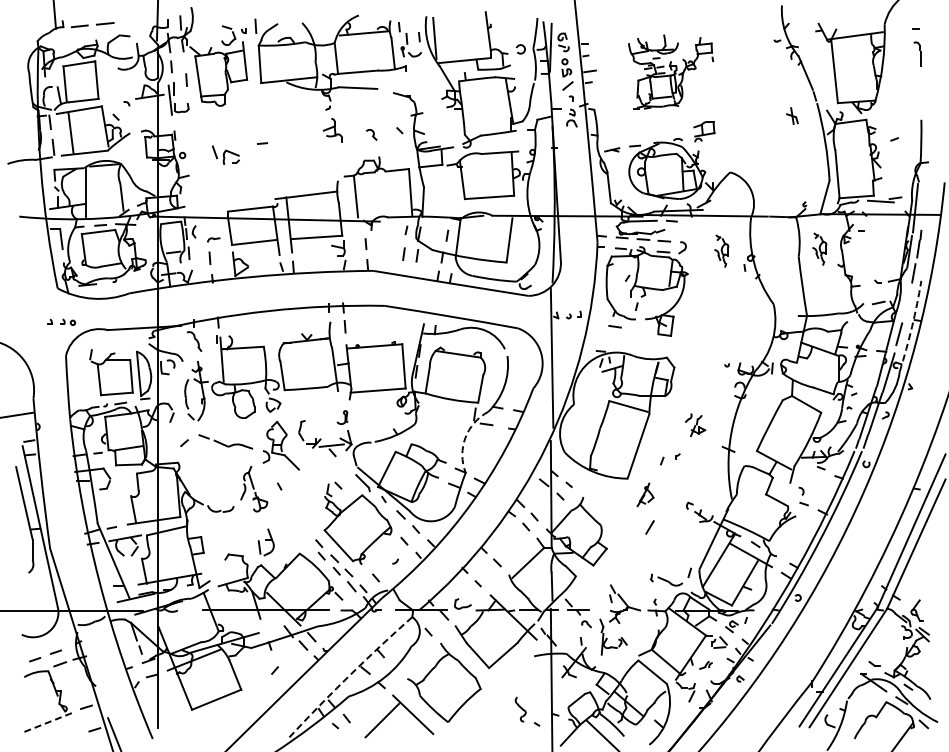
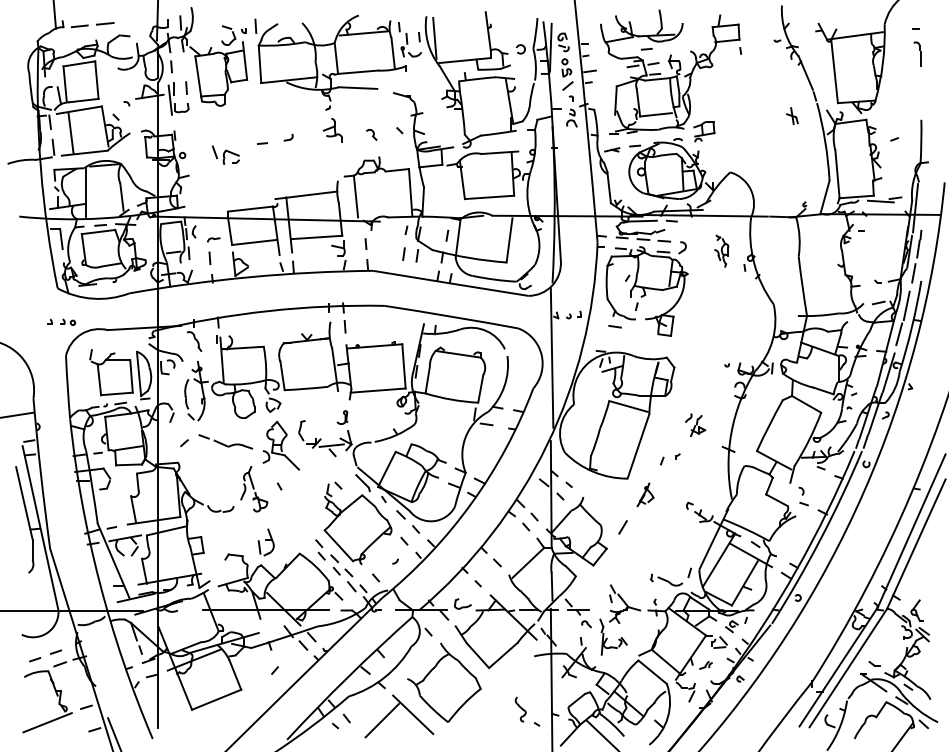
part at (670, 71) size: 86x76 px -> 142x126 px
line at (186, 79) position: (186, 79) -> (186, 87)
part at (288, 137): none -> present
part at (819, 248): present -> none
line at (906, 305): none -> present
arc at (912, 326): dashed -> solid
arc at (465, 438): dashed -> solid
line at (649, 527) position: (649, 527) -> (622, 527)
arc at (348, 676): dashed -> solid
line at (47, 722): dashed -> solid
